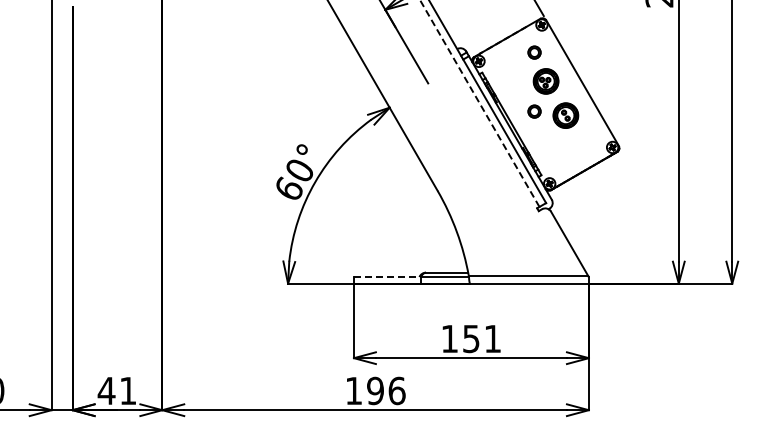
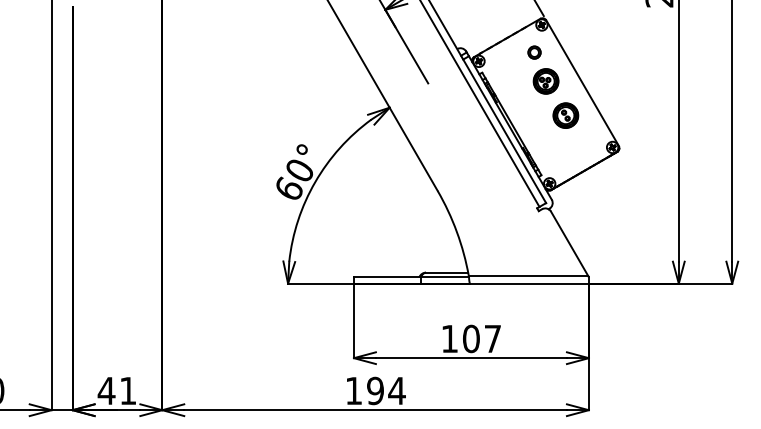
line at (479, 103): dashed -> solid
part at (534, 111): present -> none
line at (387, 277): dashed -> solid
text at (481, 338): 151 -> 107
text at (396, 390): 196 -> 194
